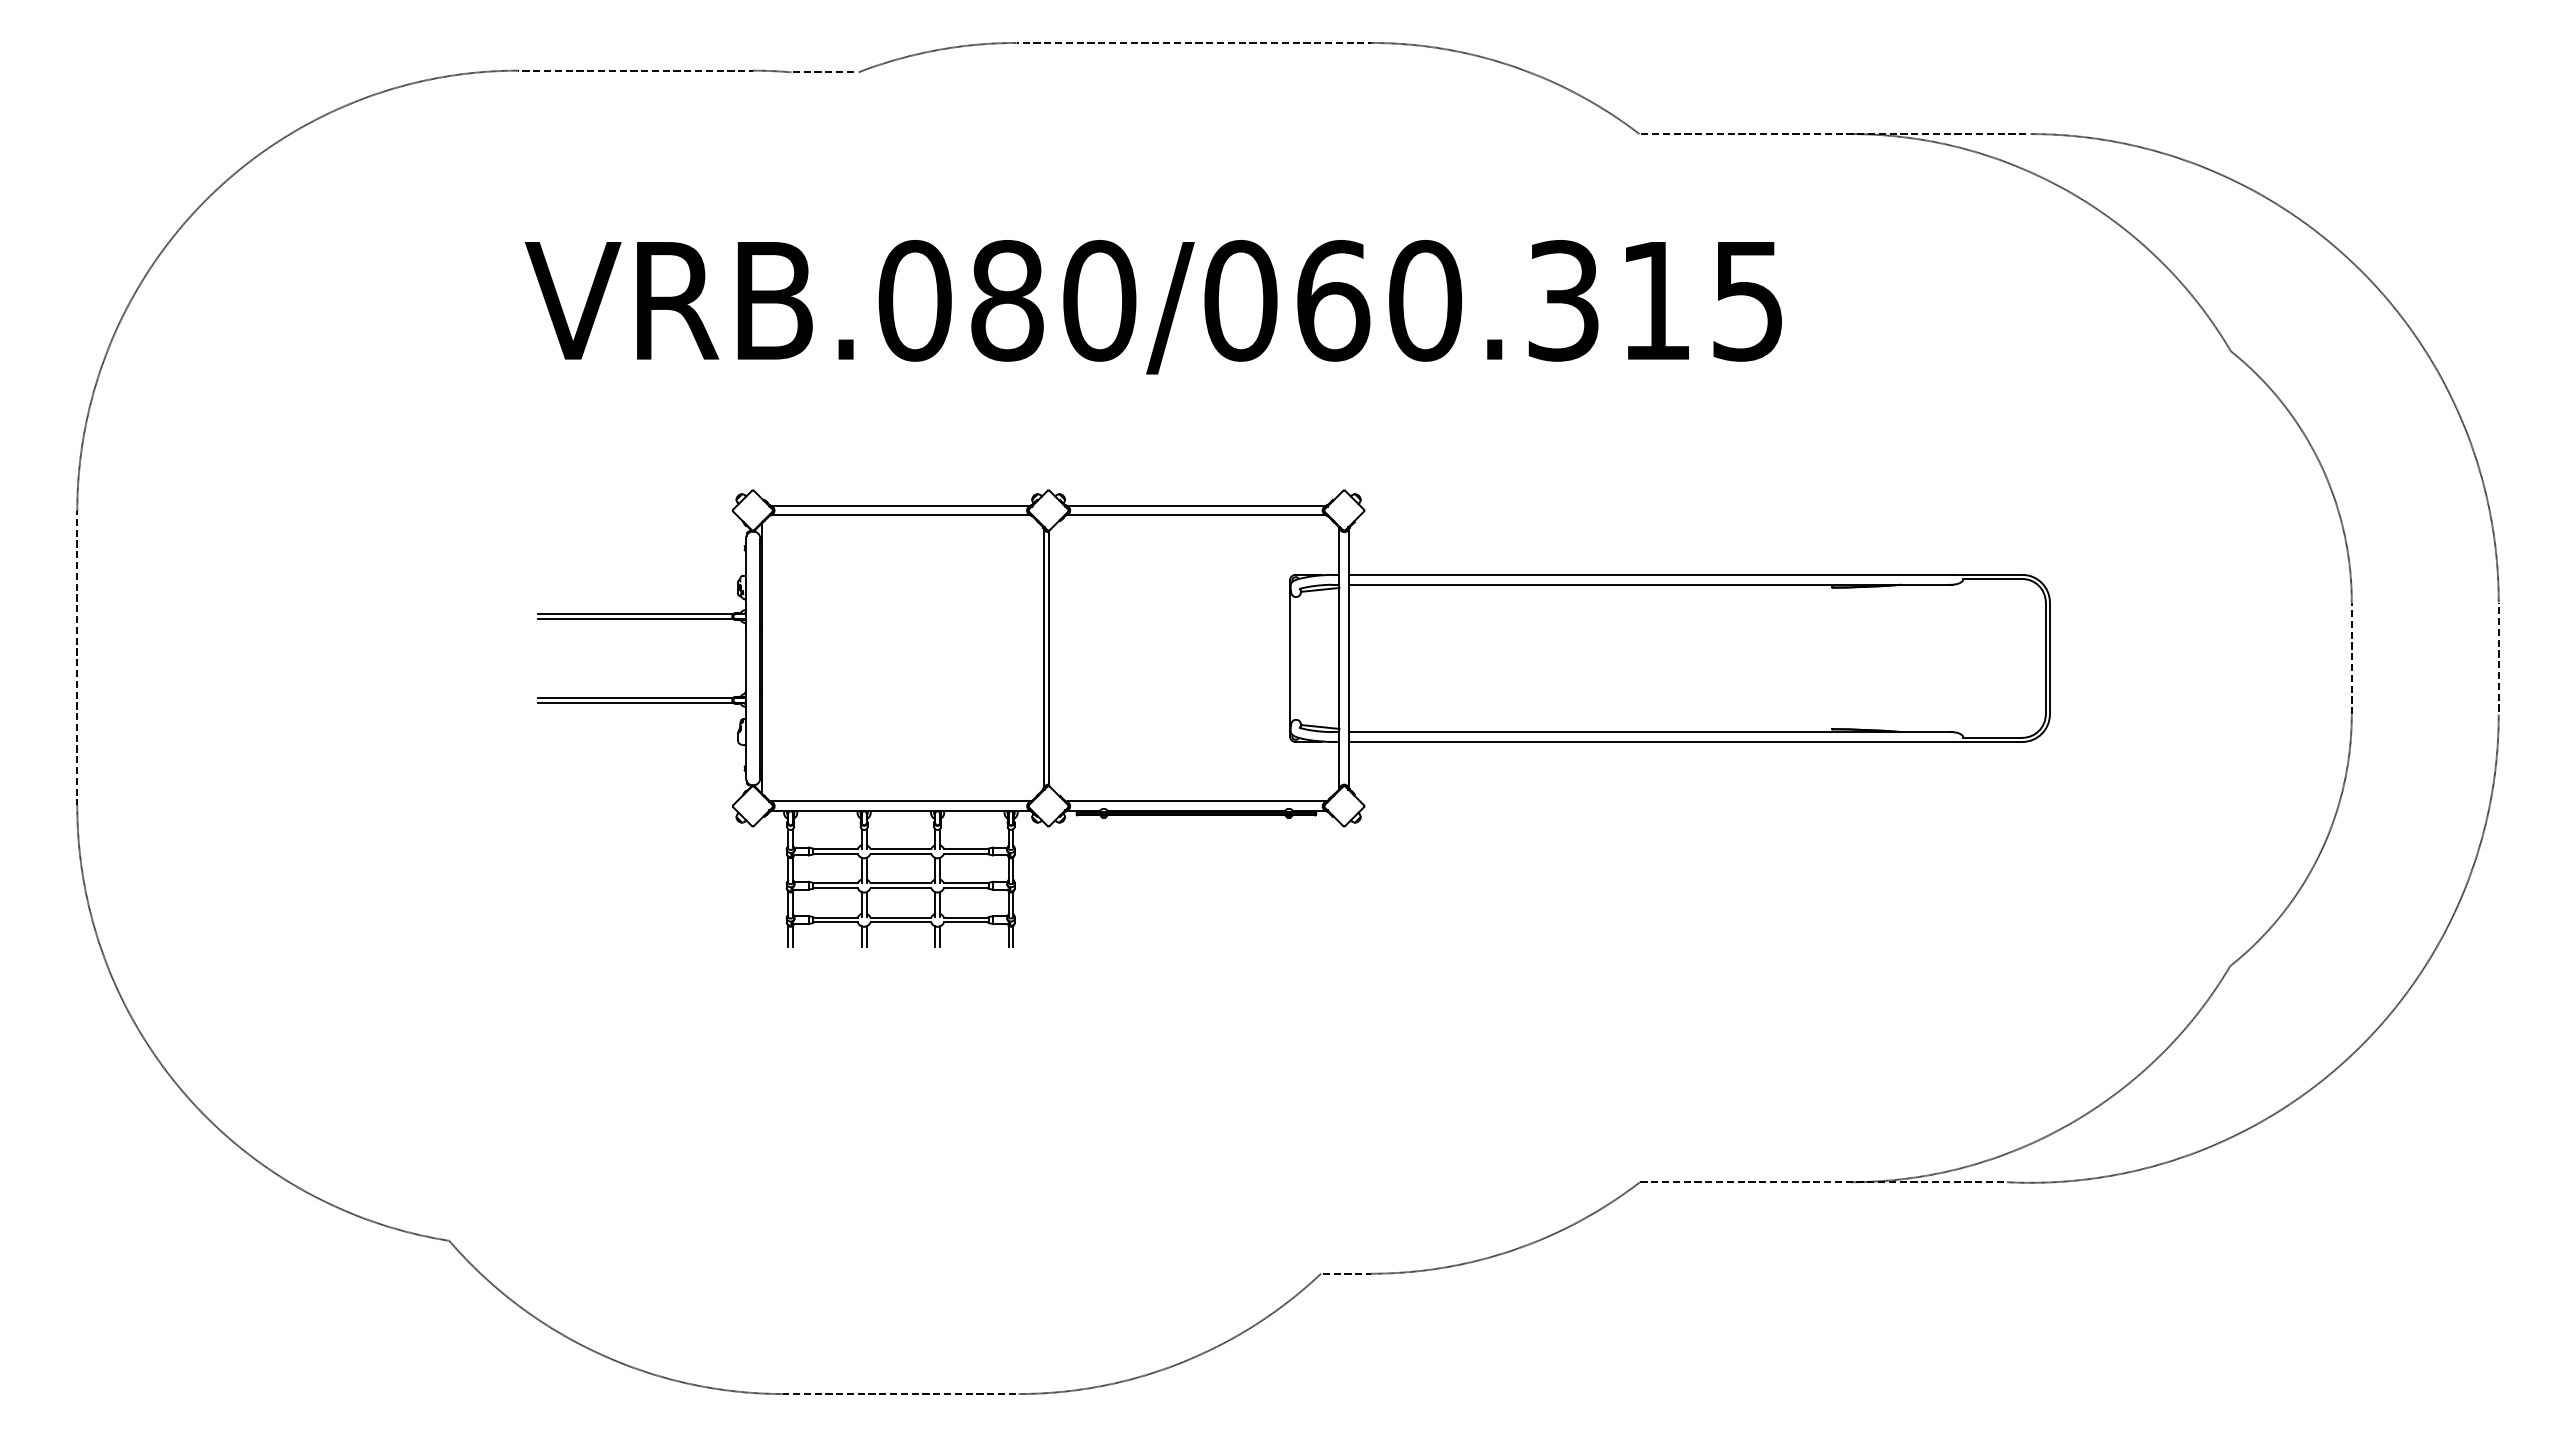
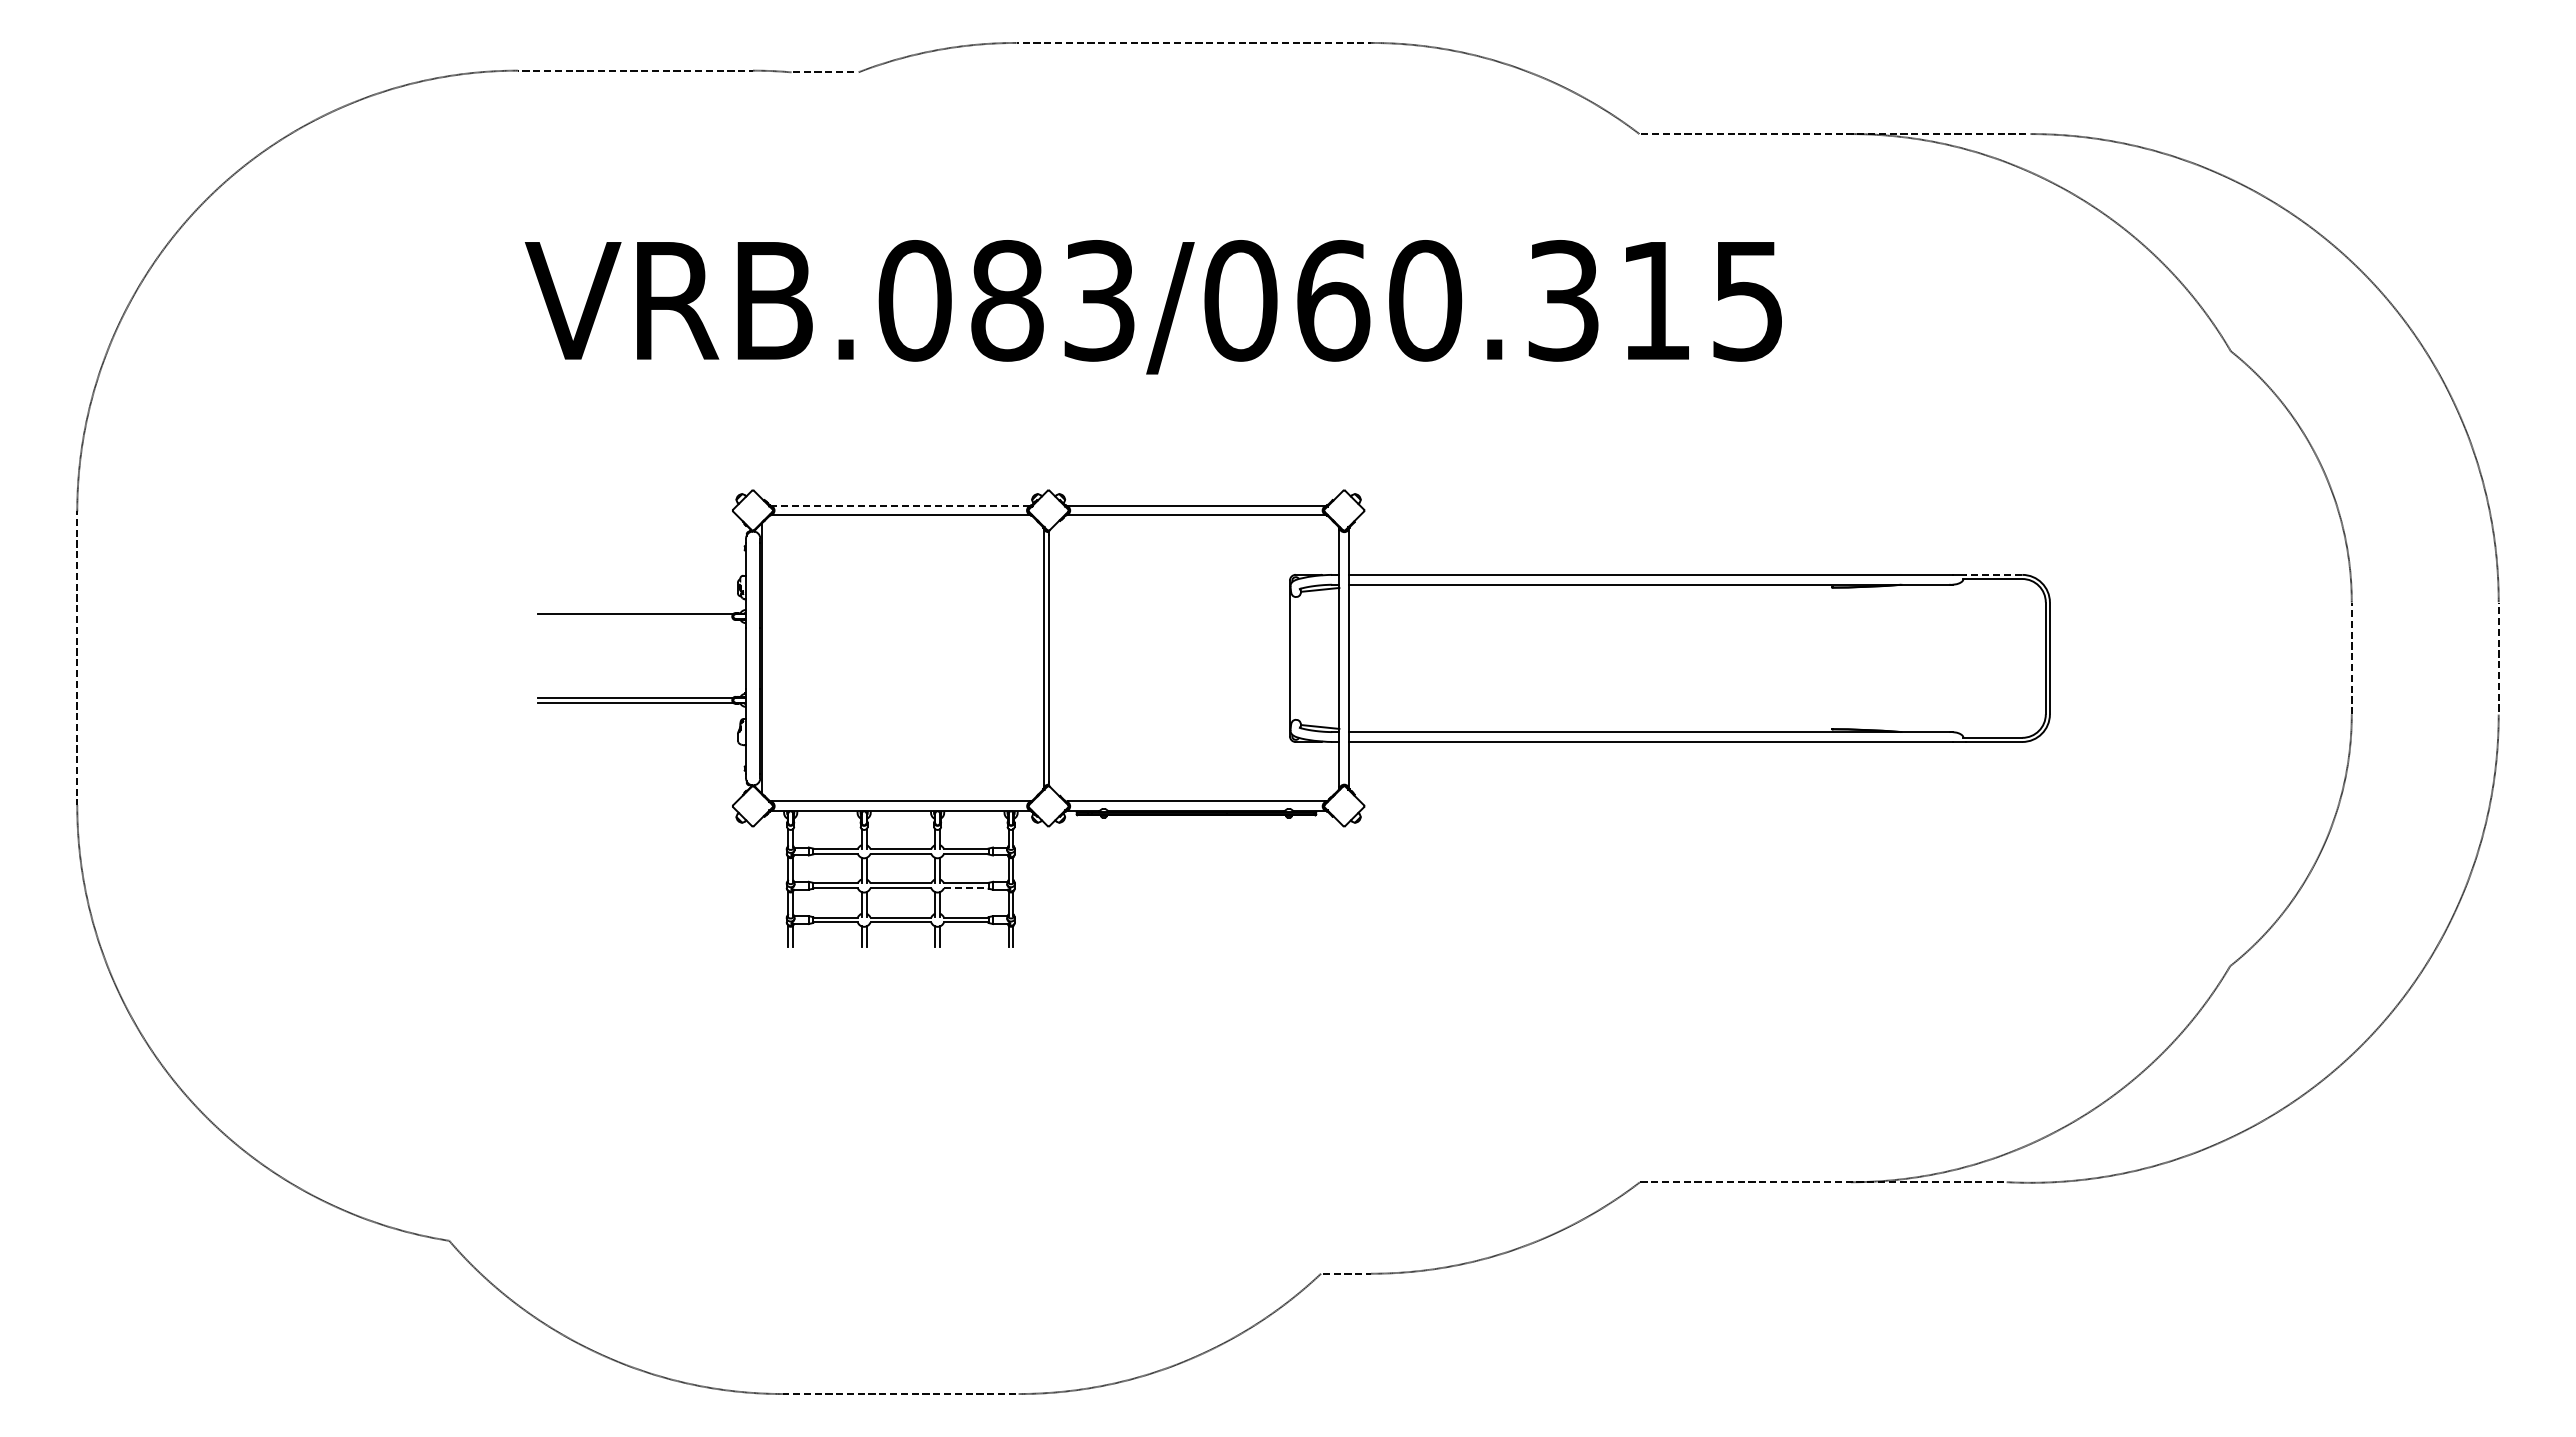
text at (1099, 300): VRB.080/060.315 -> VRB.083/060.315
line at (900, 505): solid -> dashed
line at (1993, 574): solid -> dashed
line at (635, 618): present -> none
line at (966, 888): solid -> dashed
